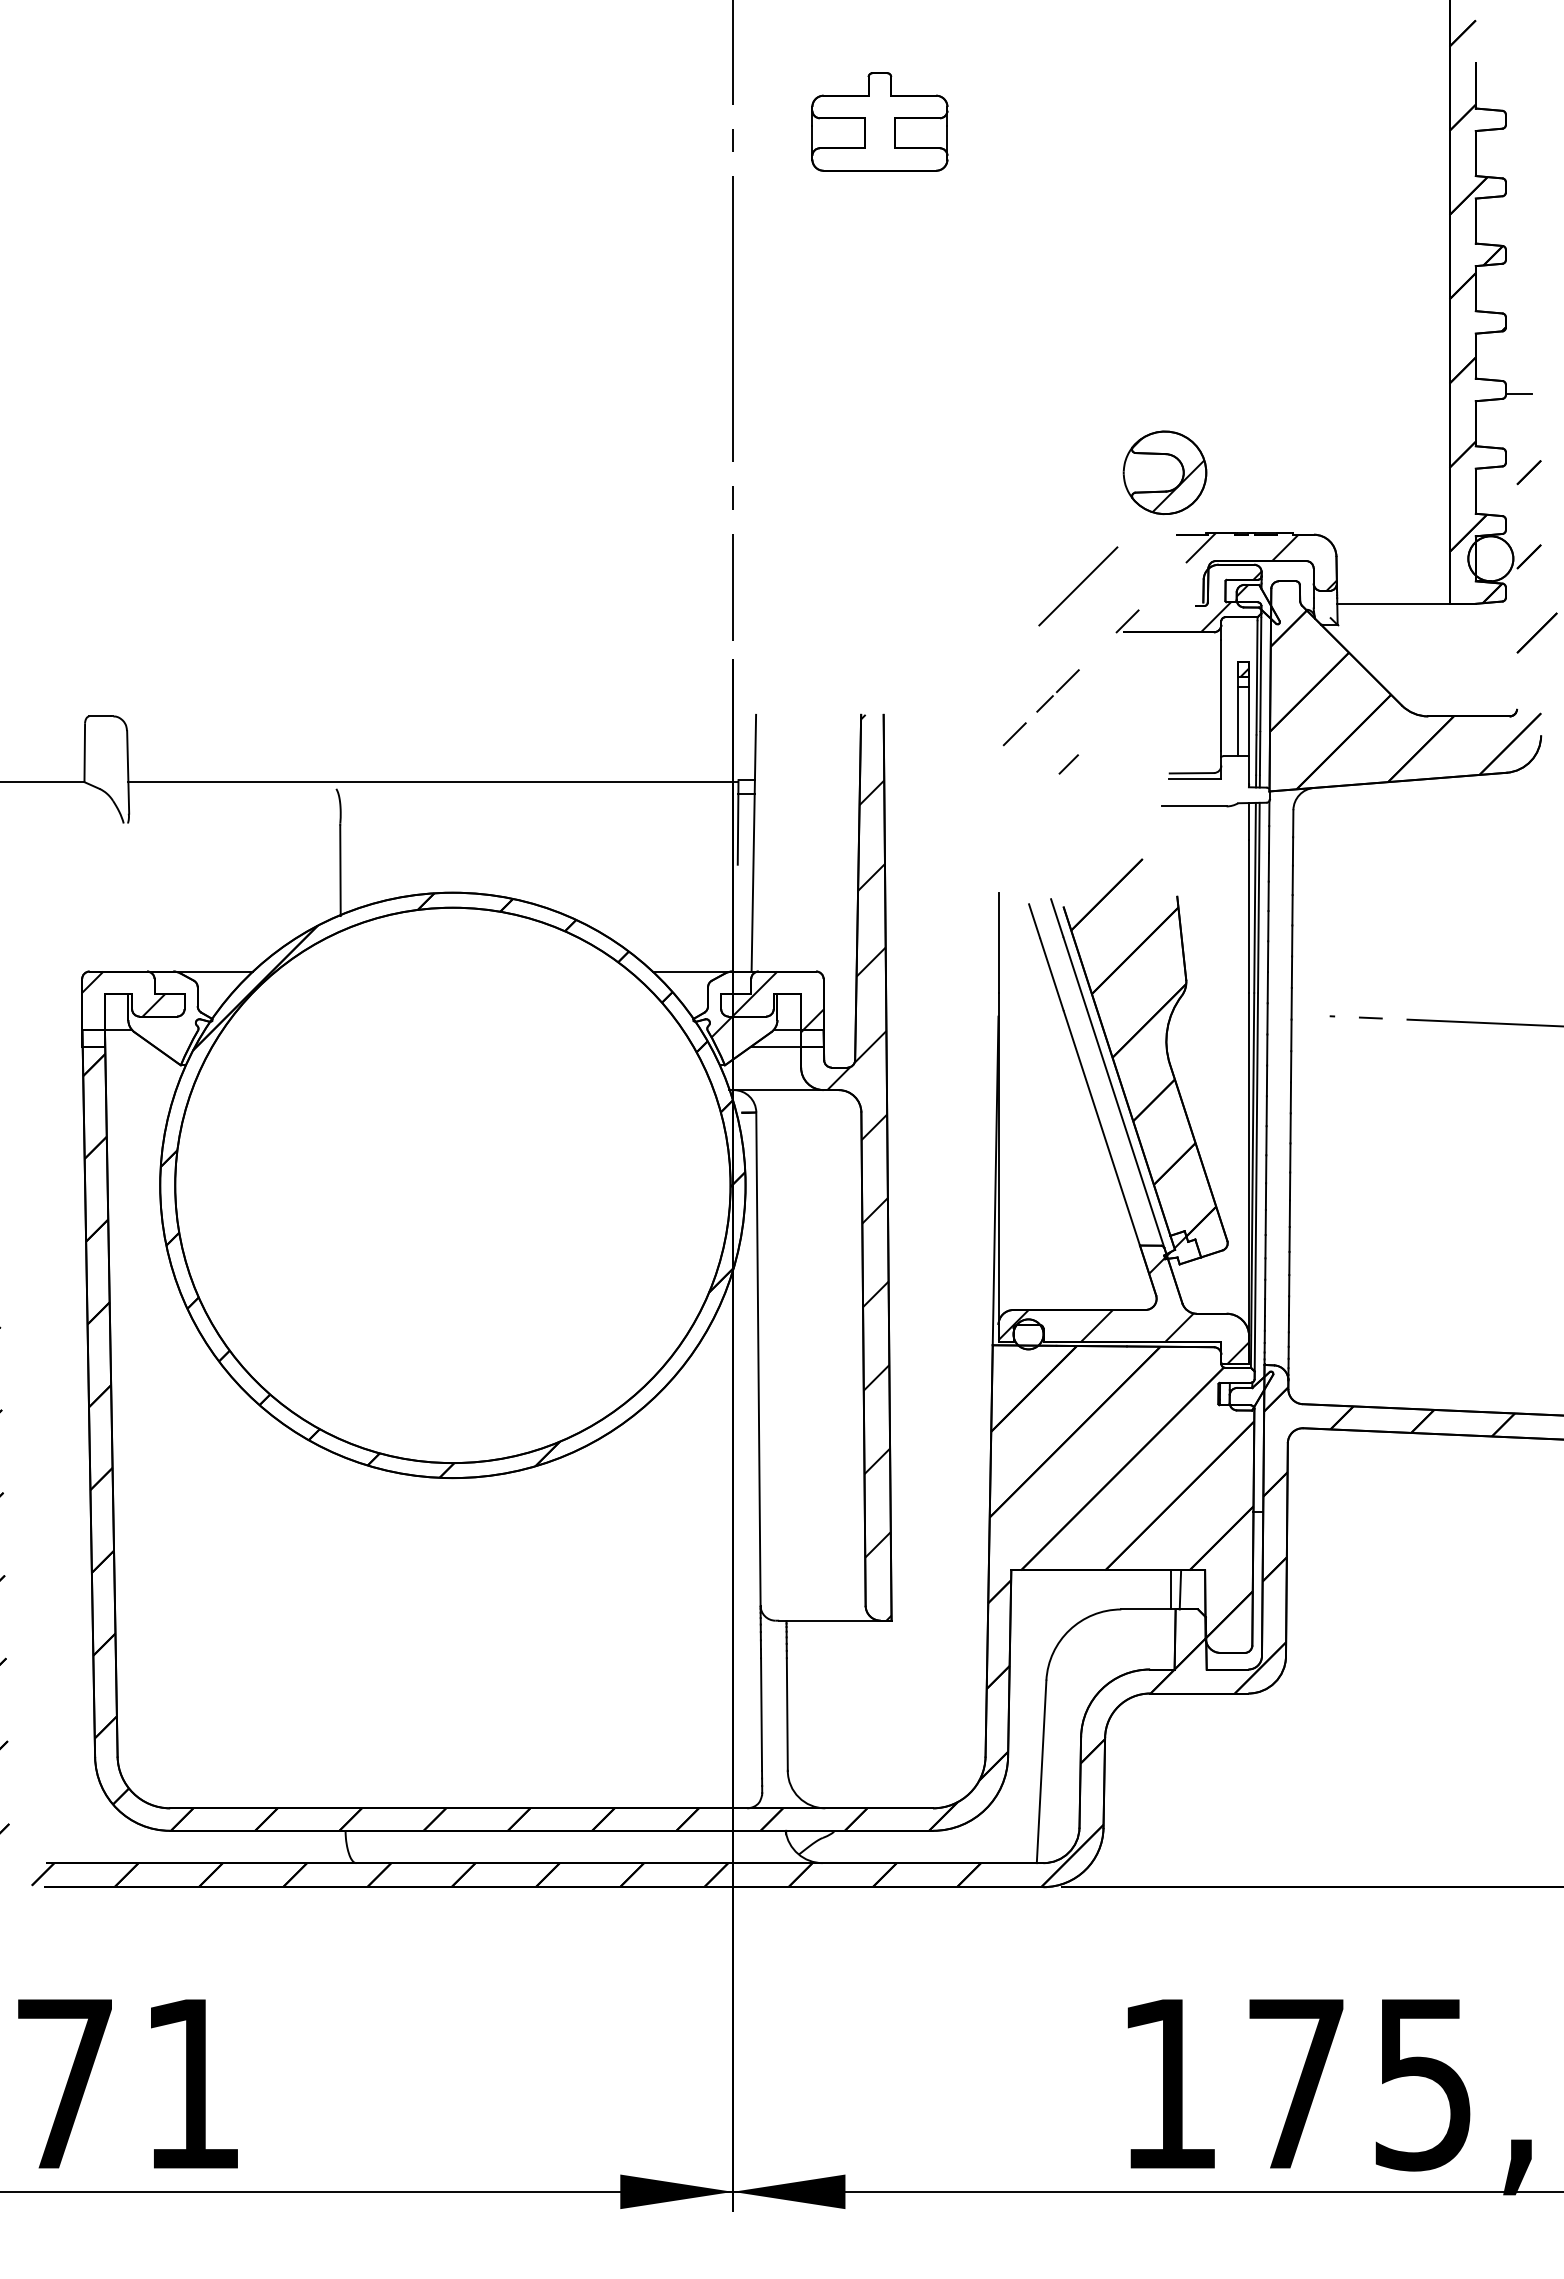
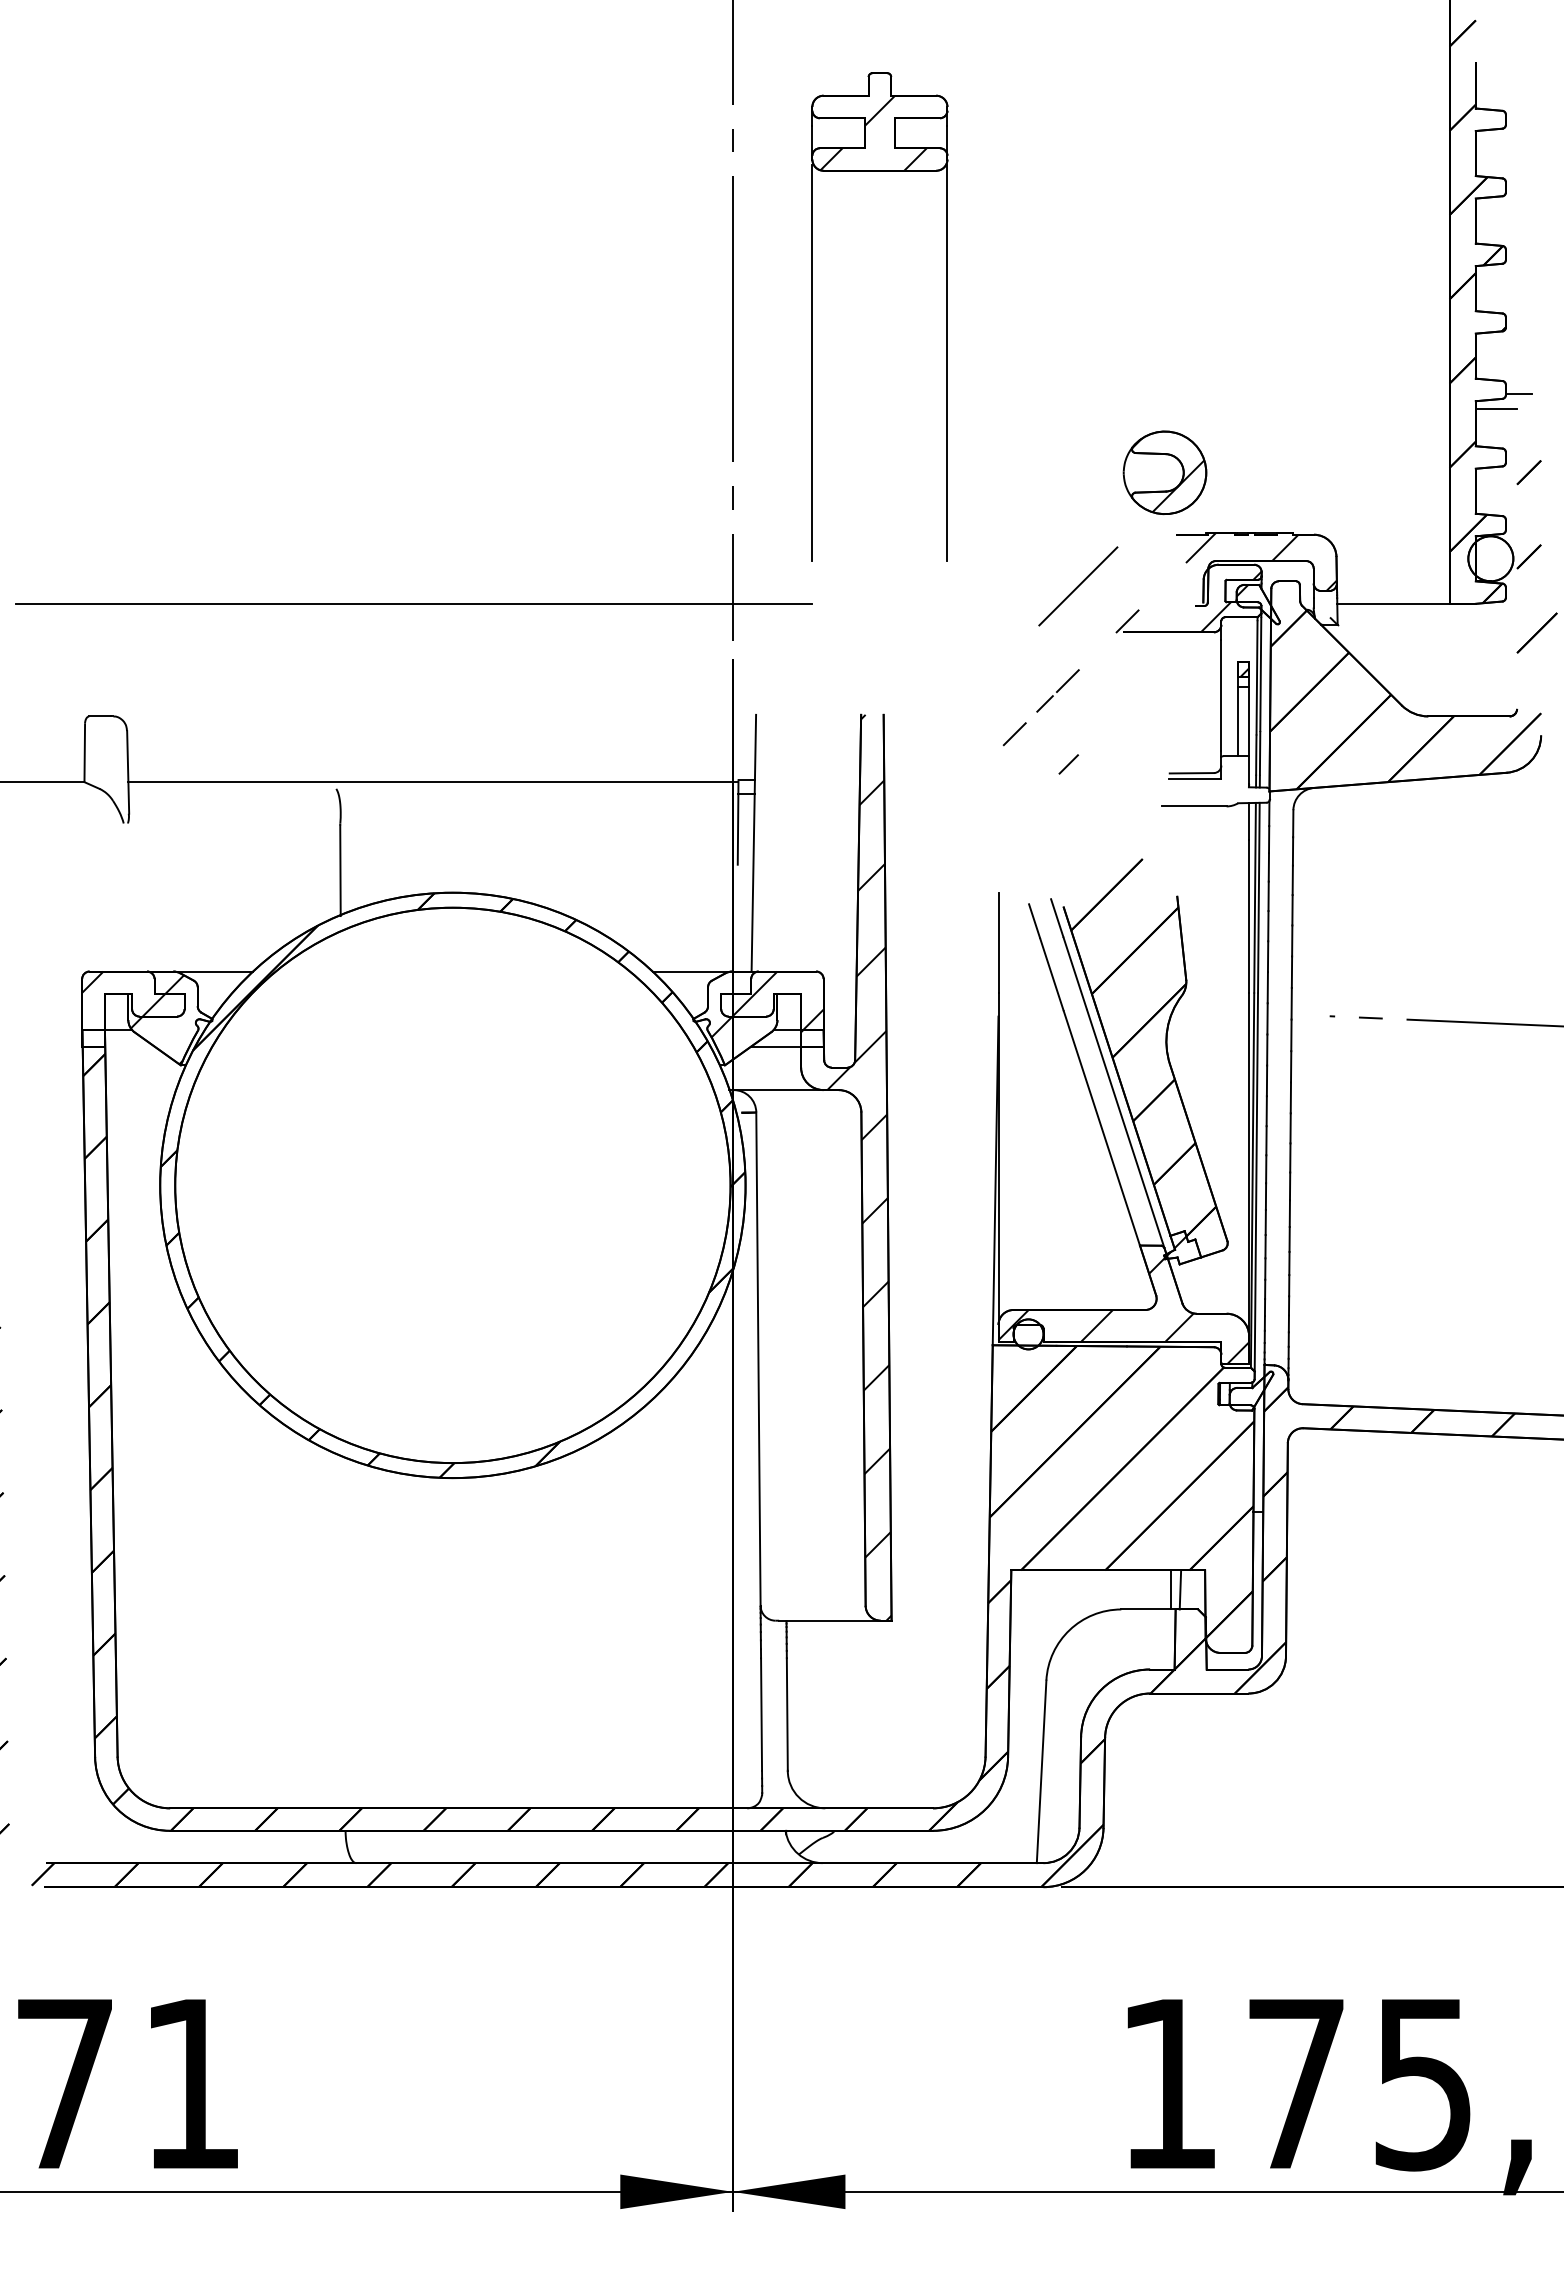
hatch at (873, 132): none -> present
line at (812, 363): none -> present
line at (947, 363): none -> present
line at (1496, 408): none -> present
line at (414, 603): none -> present
hatch at (157, 1019): none -> present
